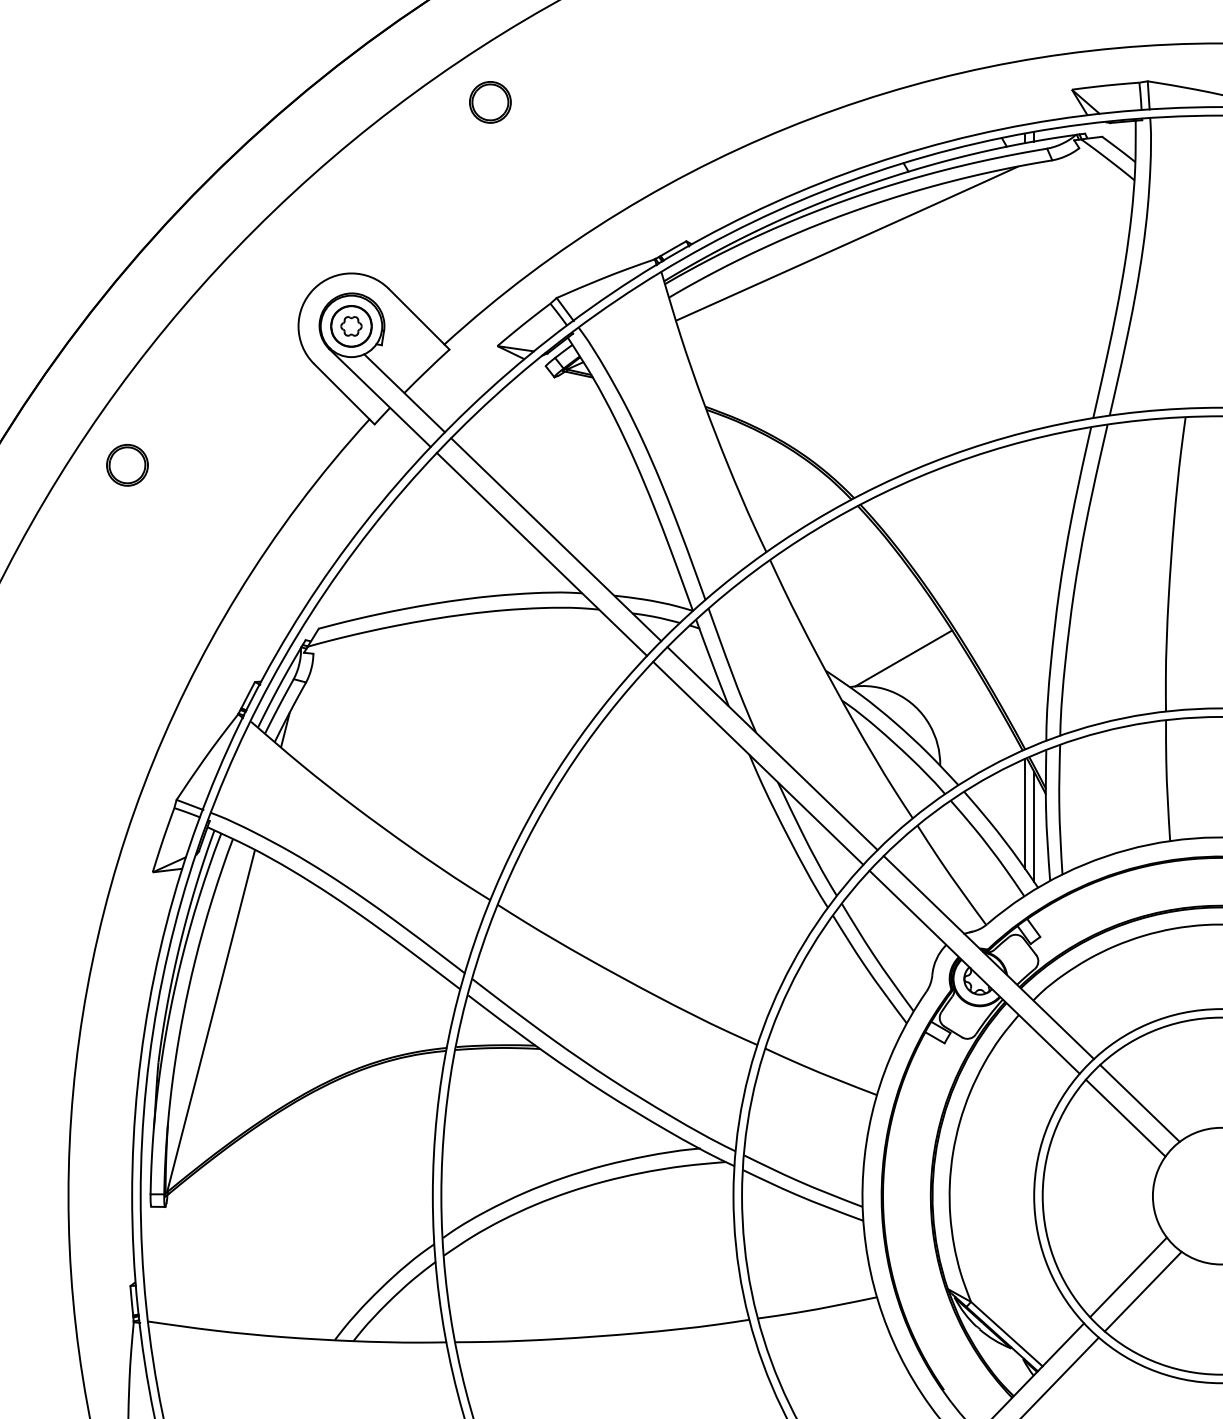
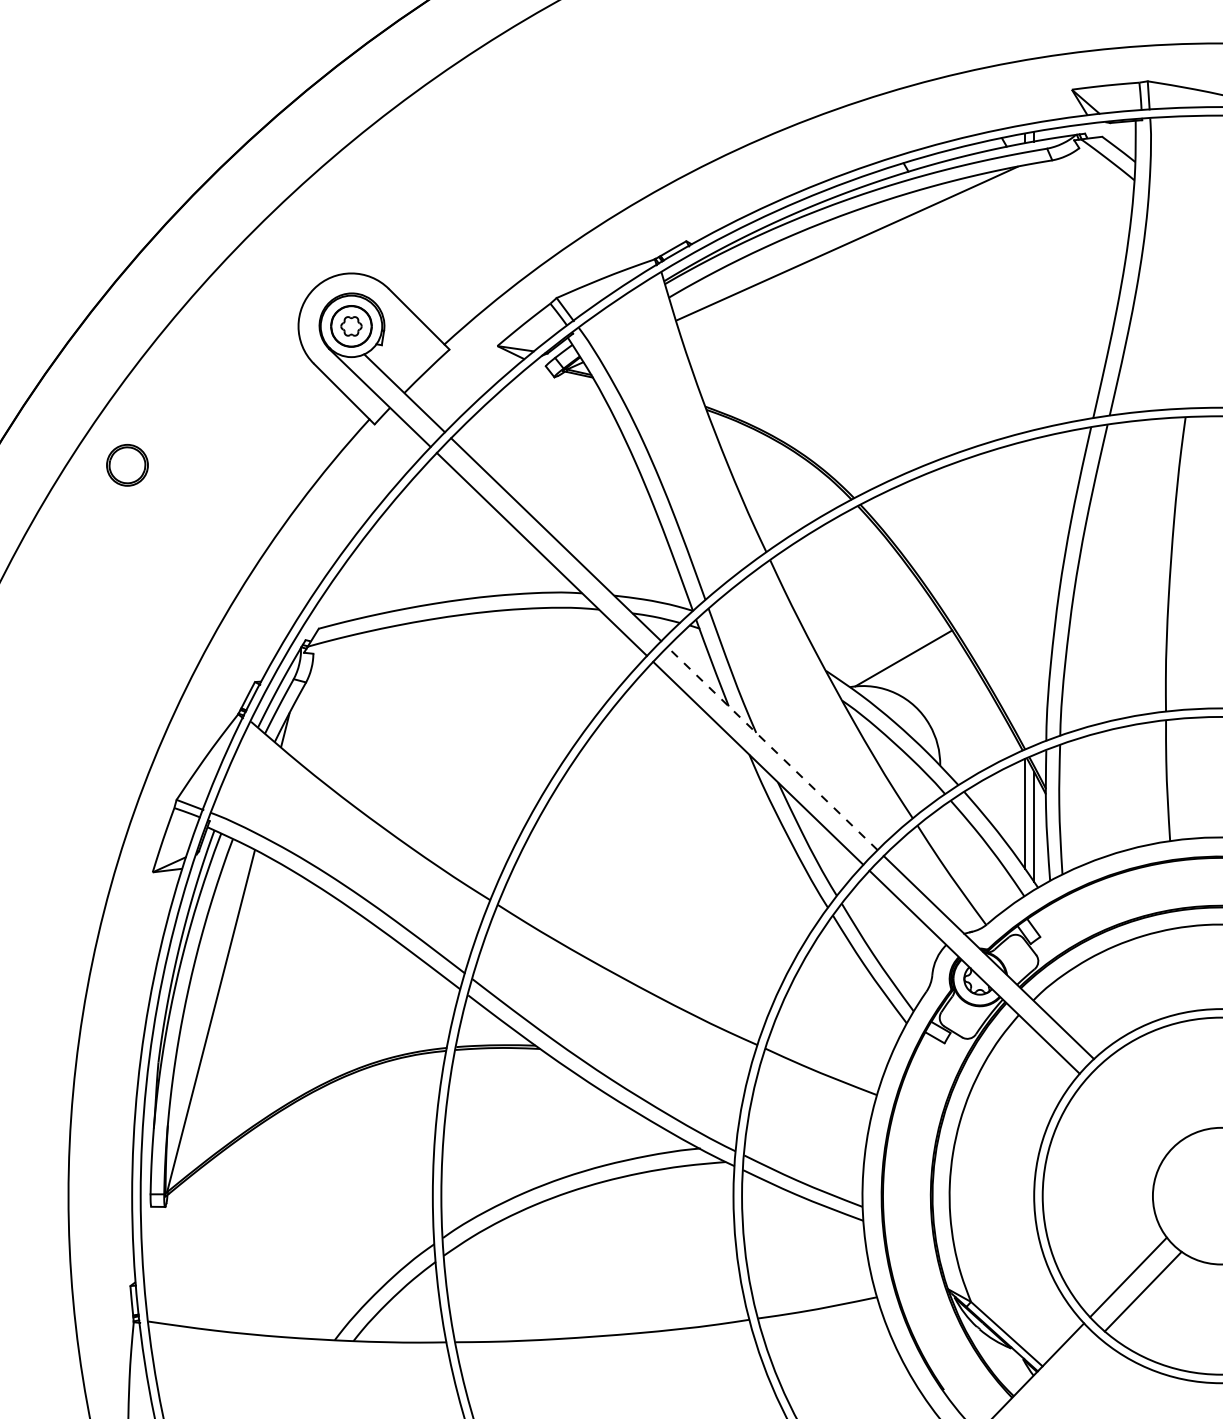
part at (490, 102): present -> none
line at (772, 748): solid -> dashed
line at (1139, 1102): present -> none
line at (1125, 1117): present -> none
line at (1060, 1376): present -> none
